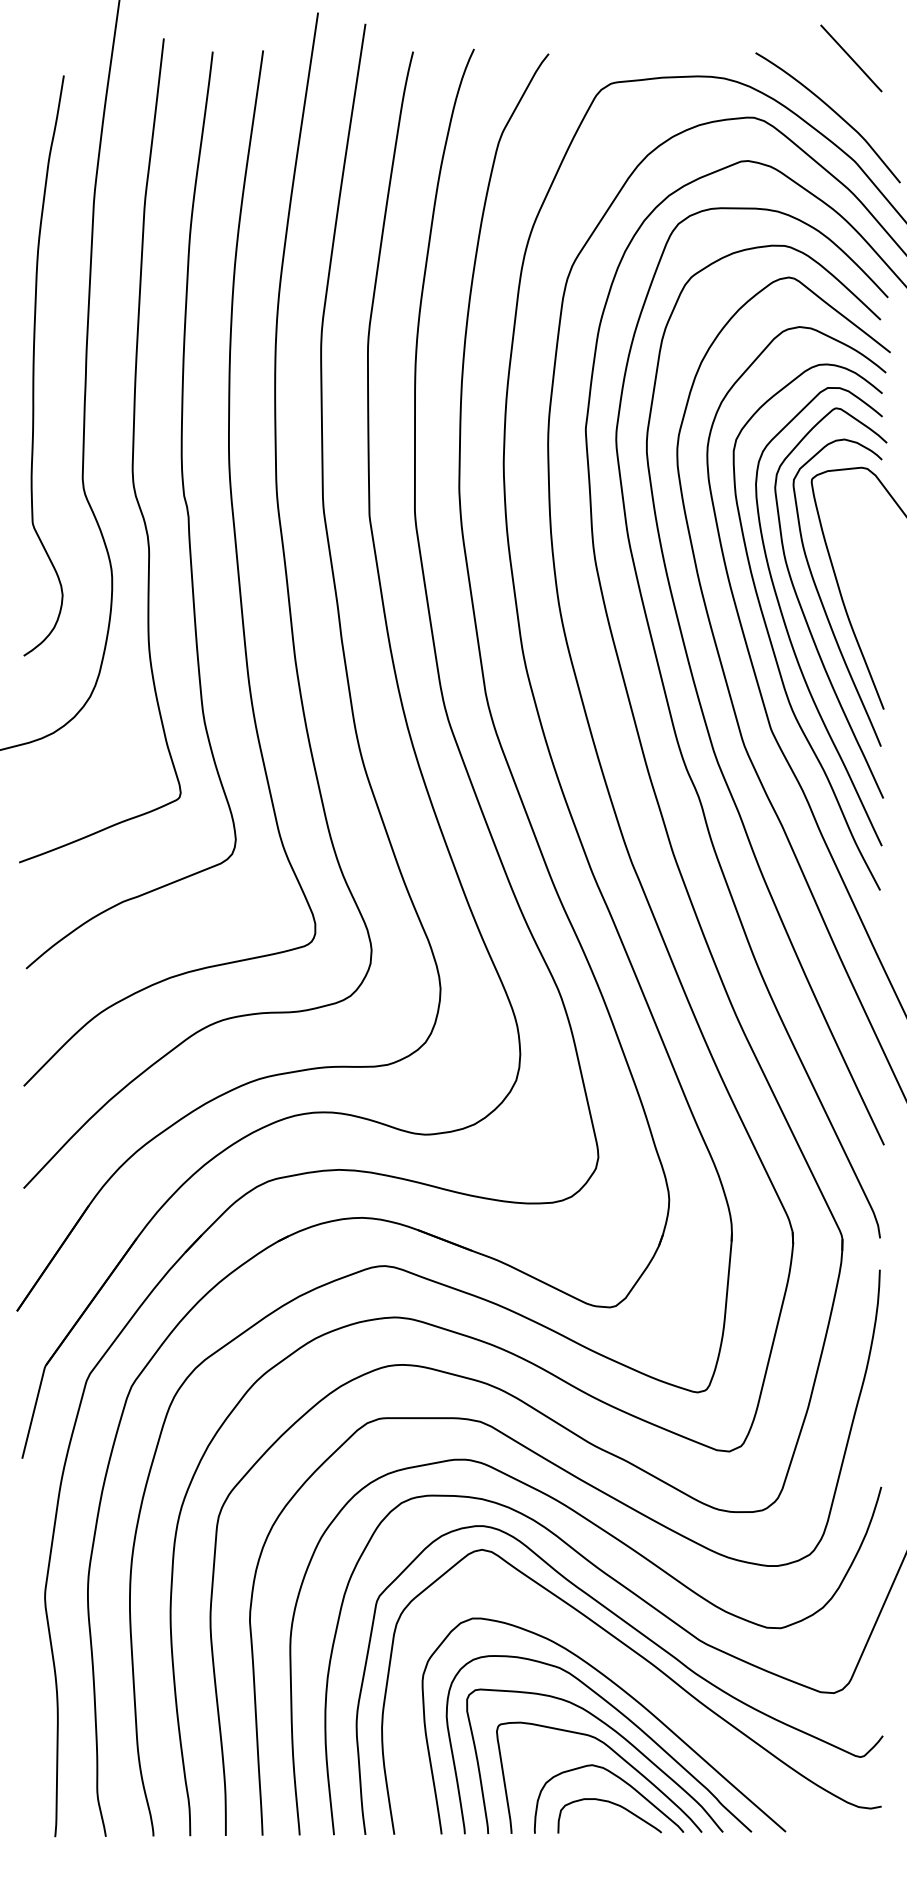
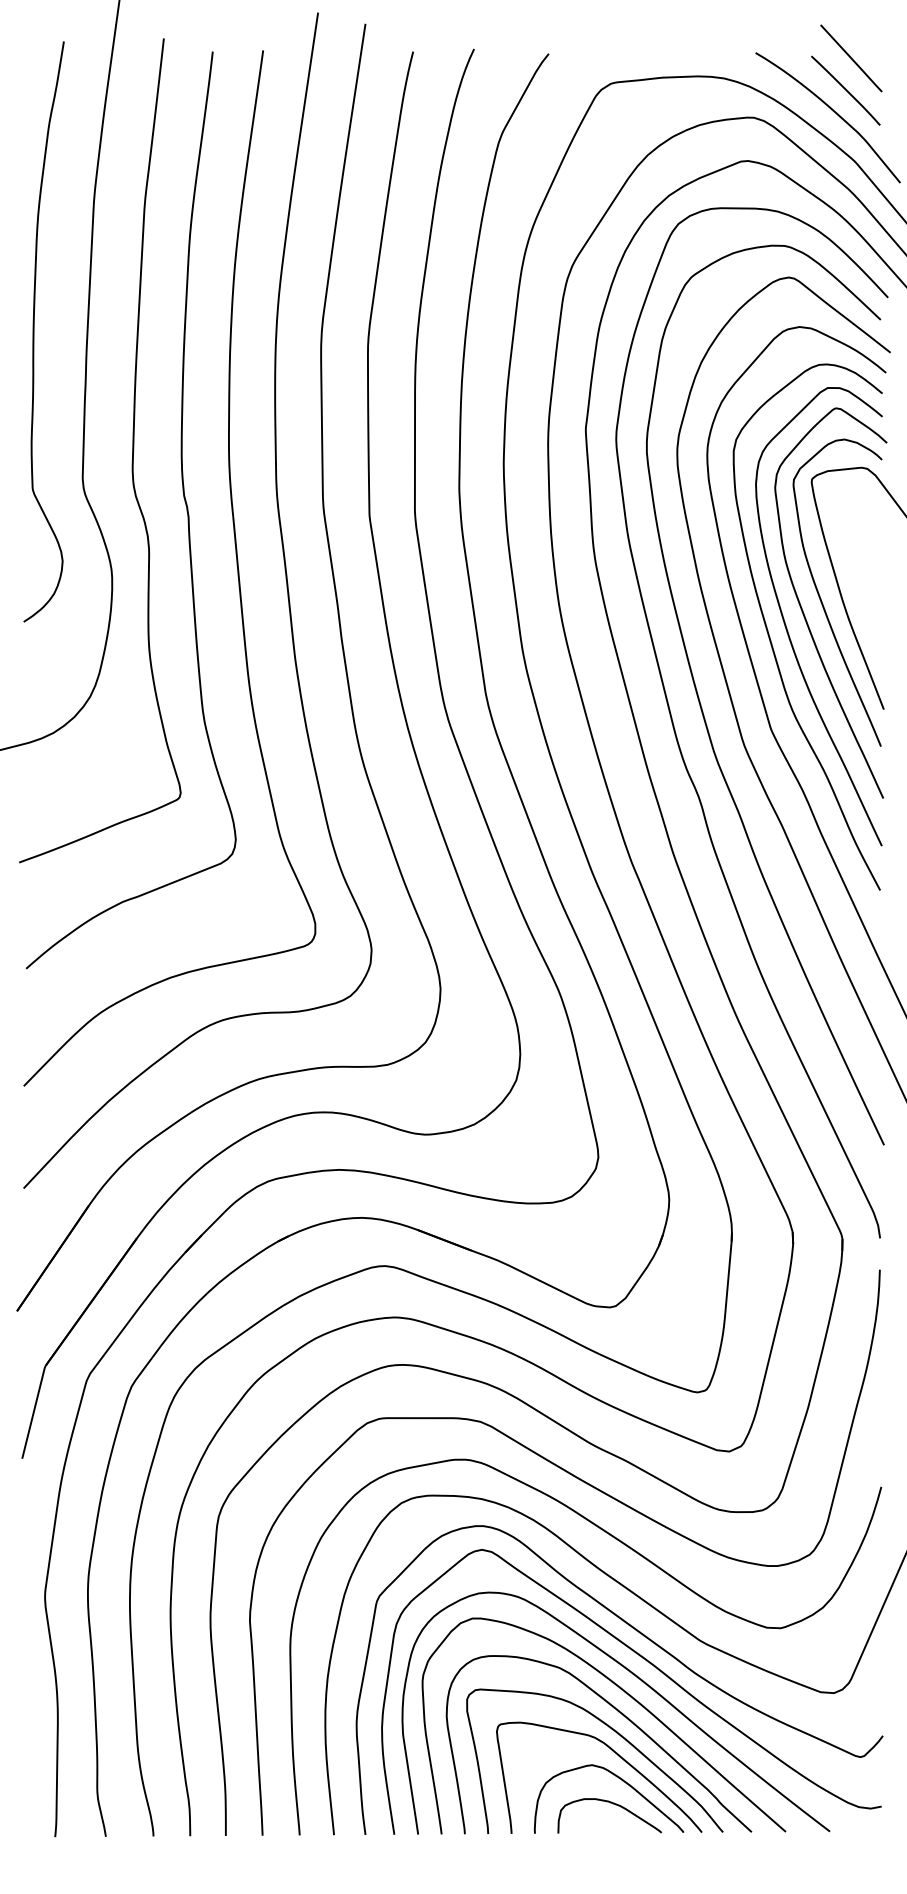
line at (845, 90): none -> present
curve at (34, 365) position: (34, 365) -> (34, 331)
curve at (642, 1682): none -> present
